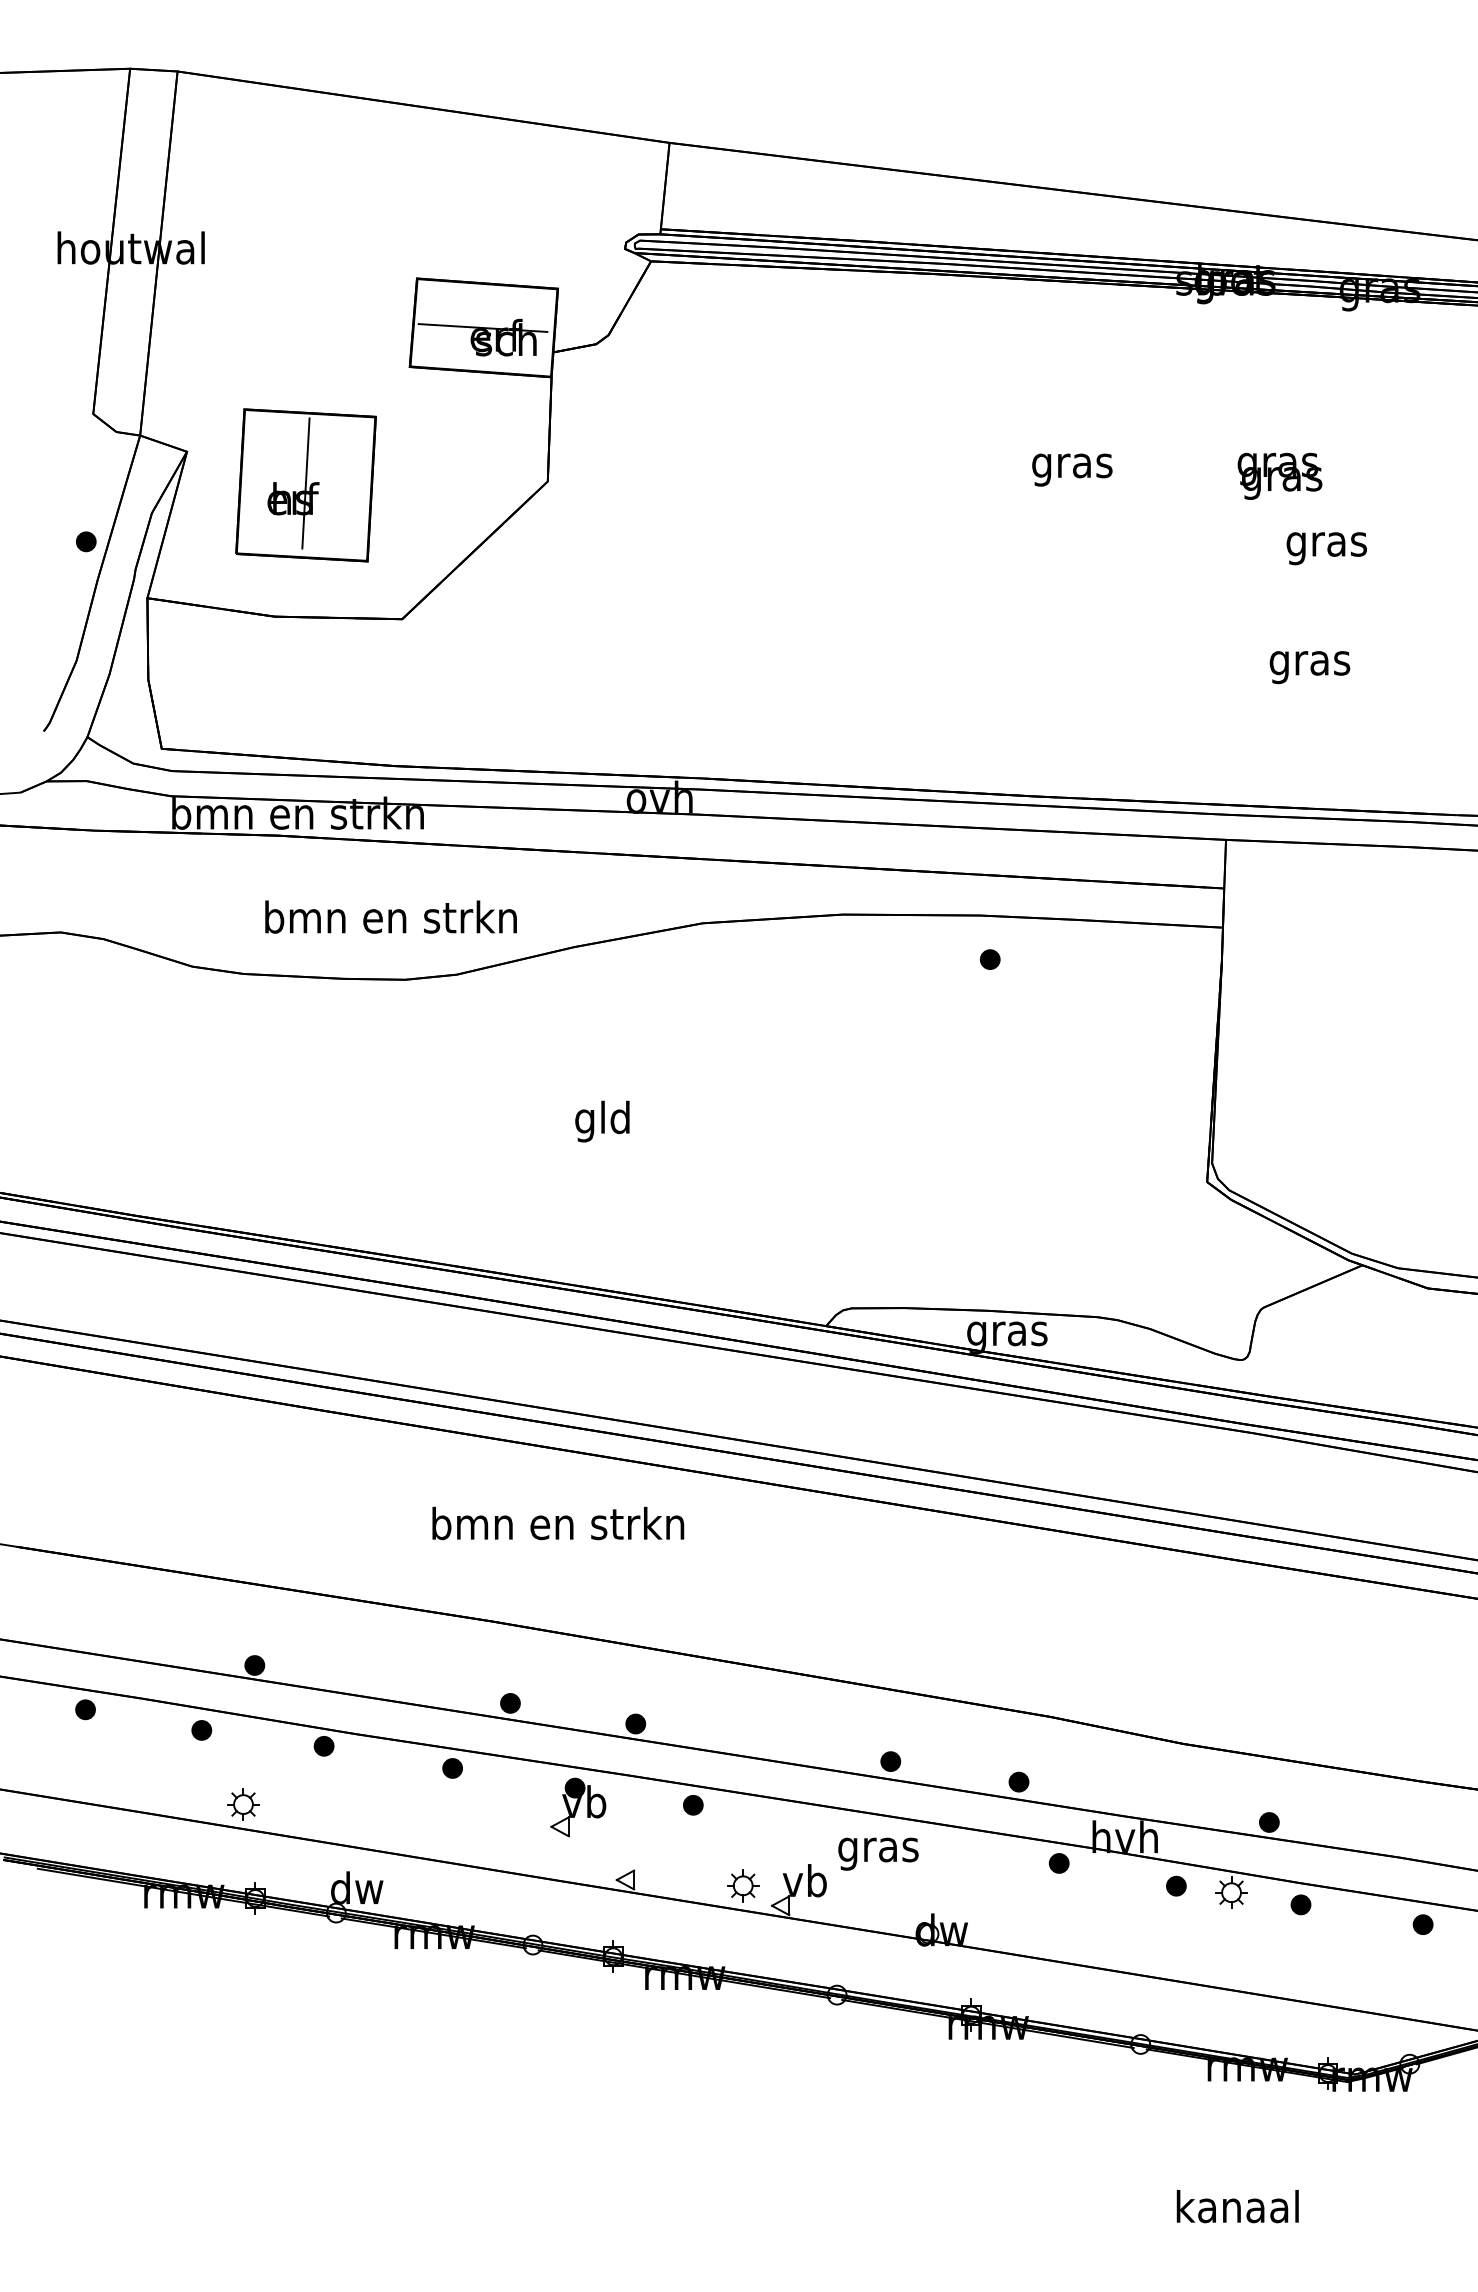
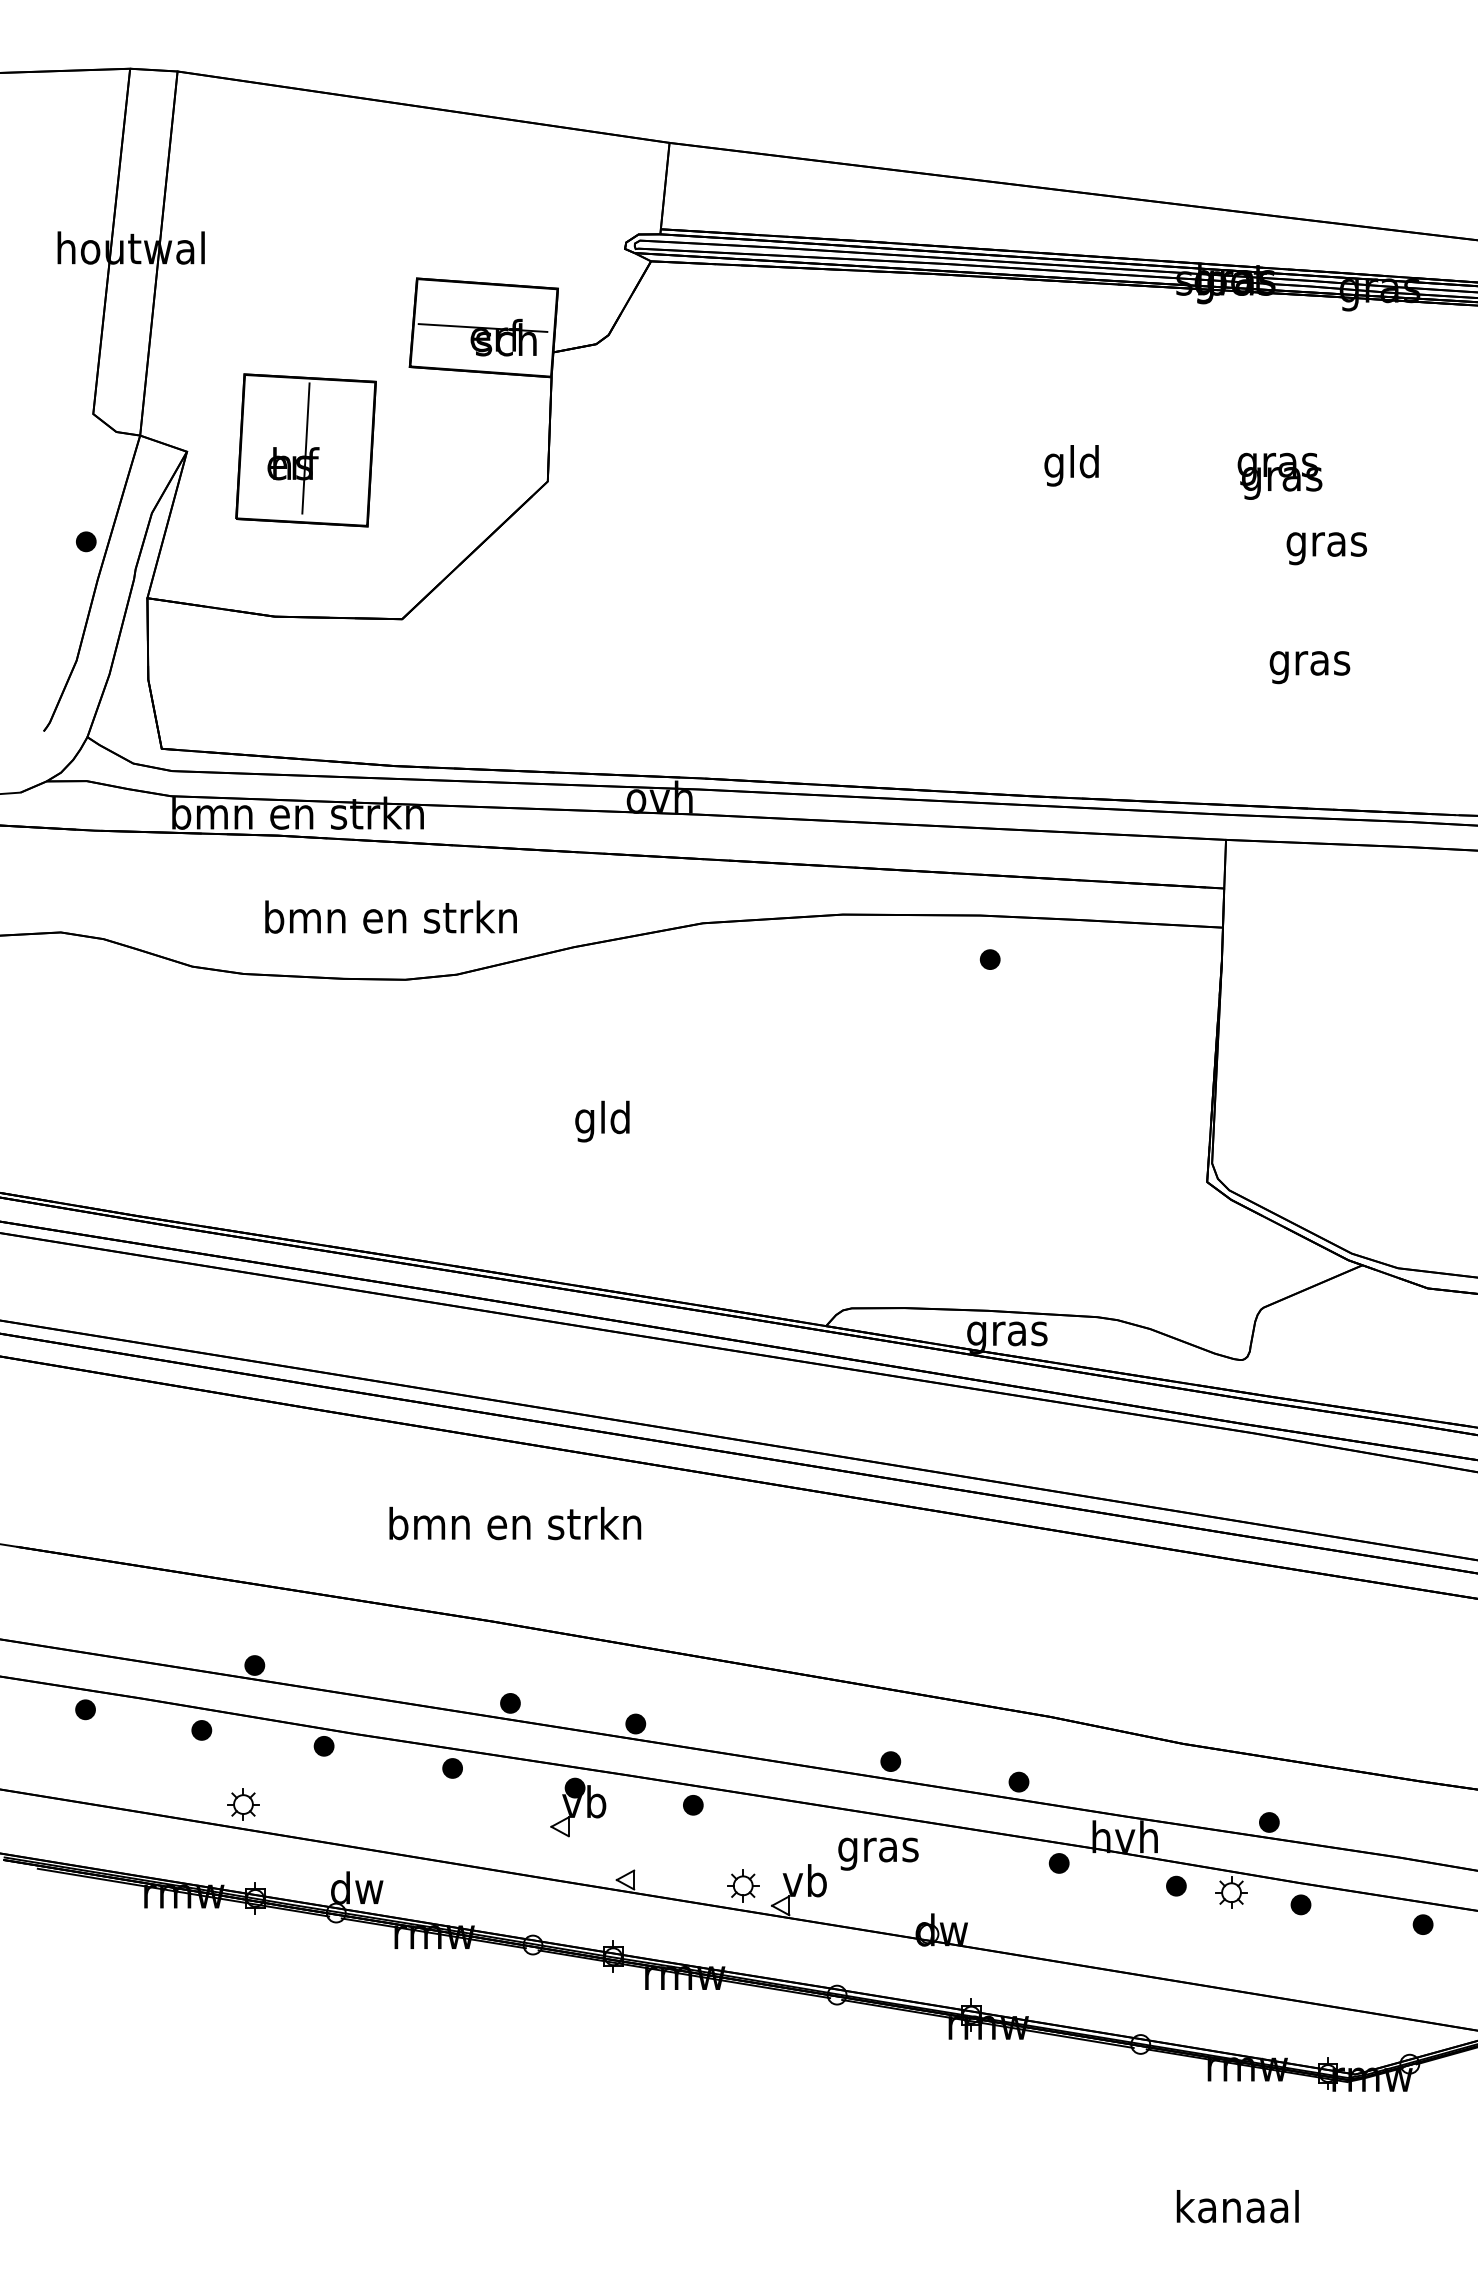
text at (1072, 465): gras -> gld
part at (305, 485) position: (305, 485) -> (305, 450)
text at (558, 1523) position: (558, 1523) -> (515, 1523)
